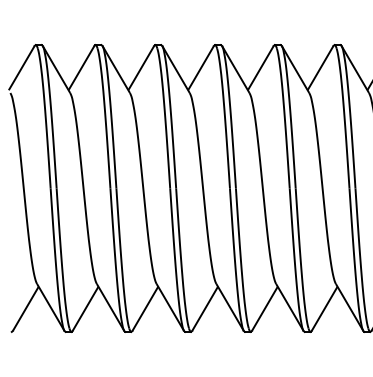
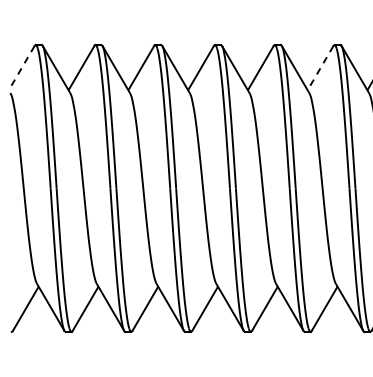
line at (21, 68): solid -> dashed
line at (320, 68): solid -> dashed
